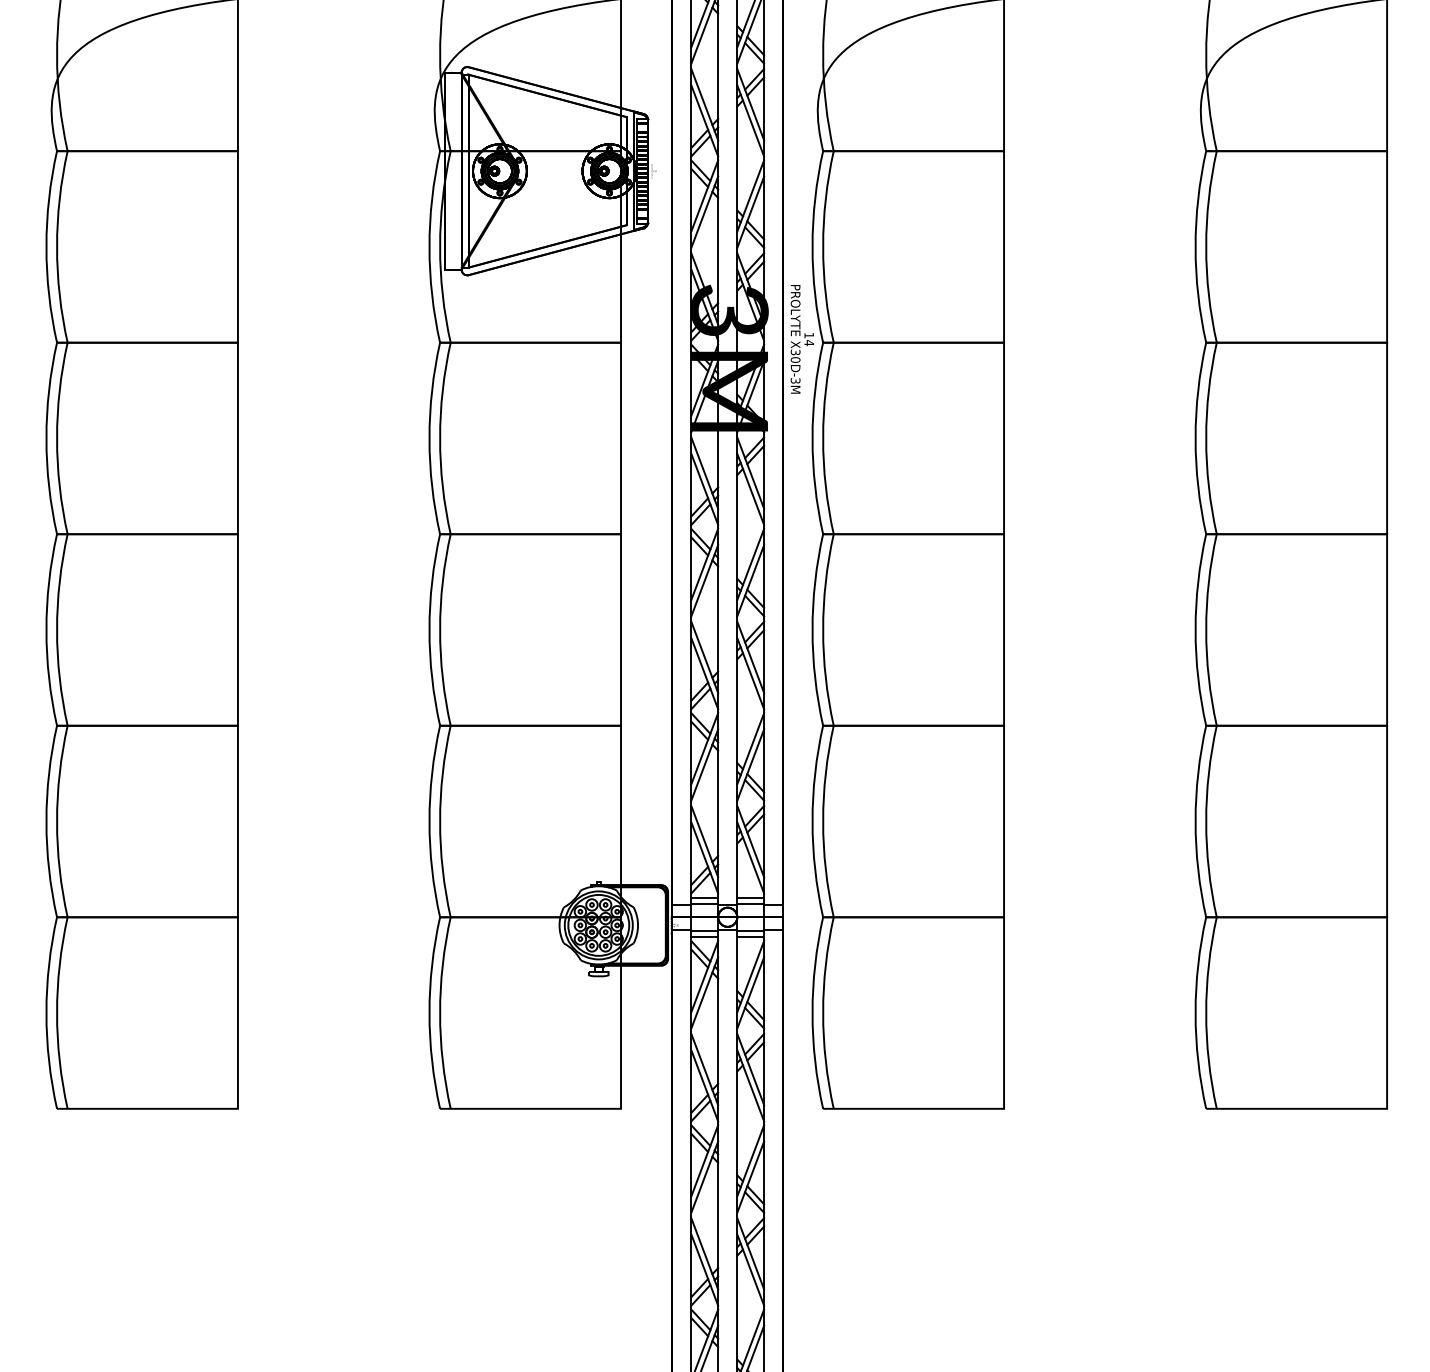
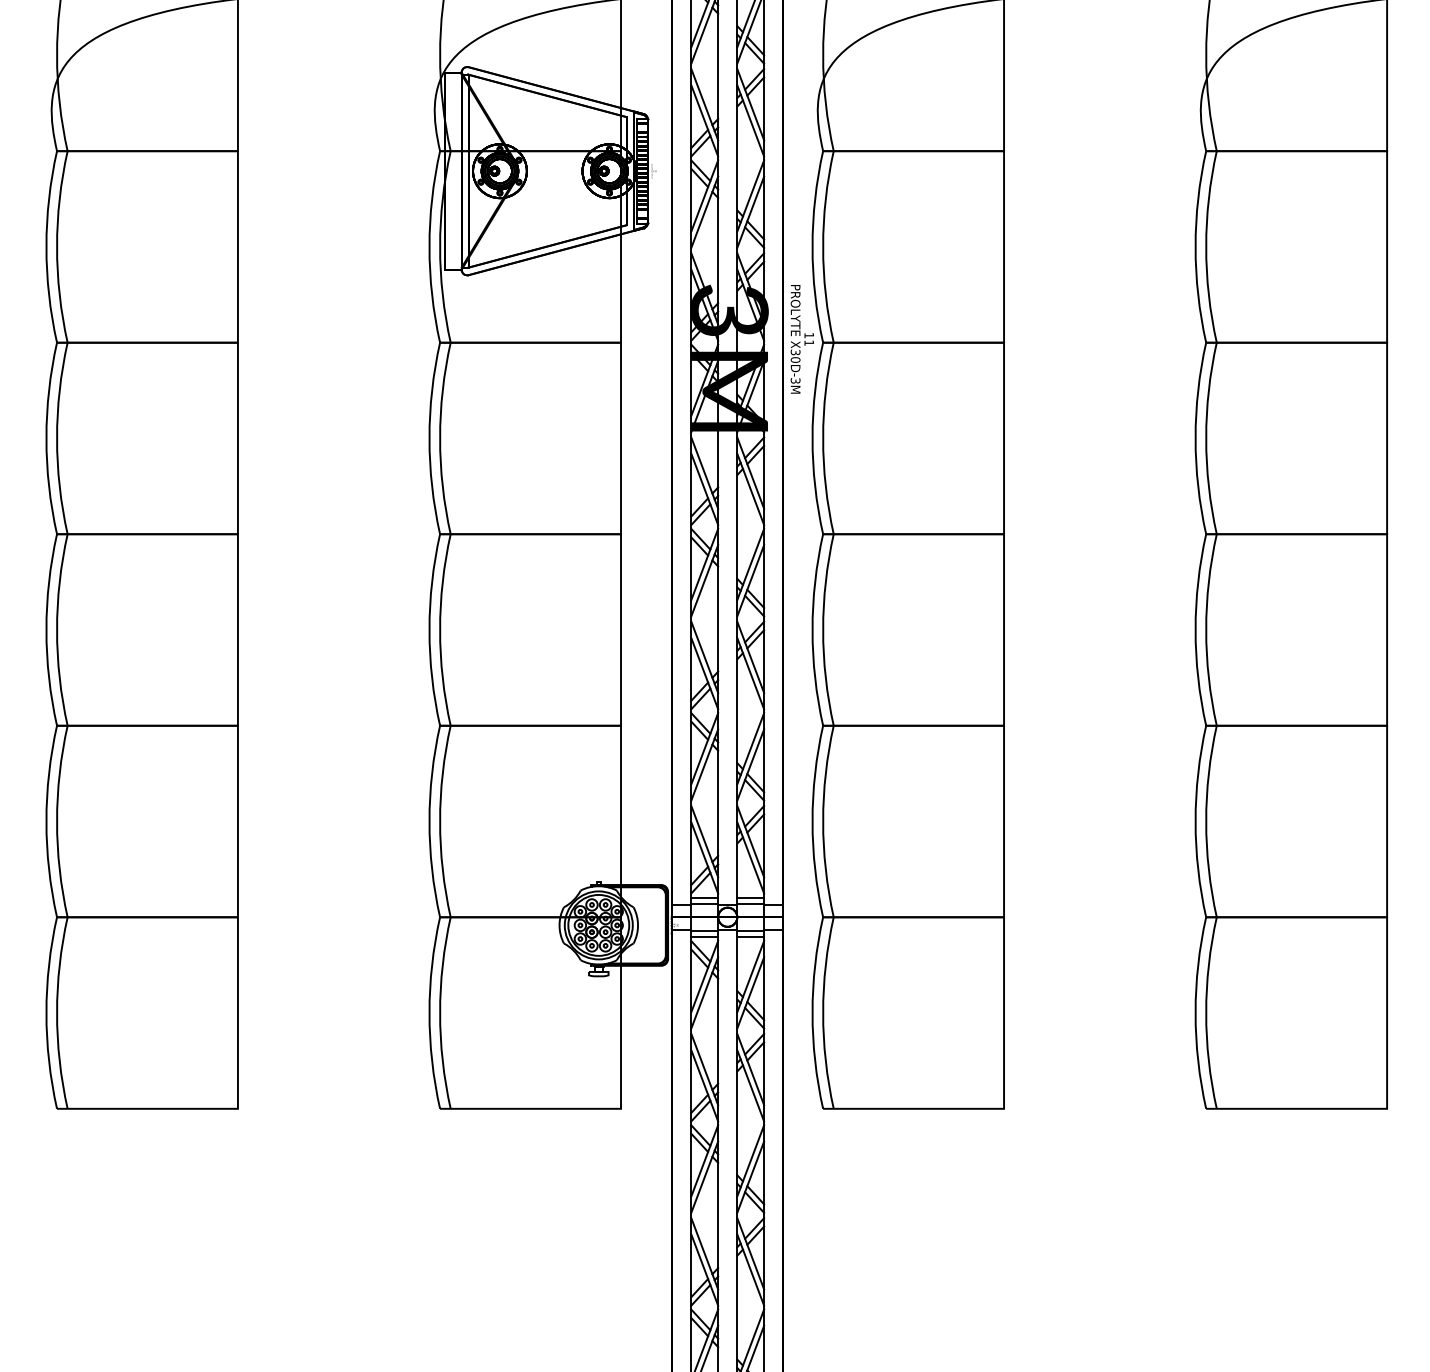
text at (808, 343): 14 -> 11
